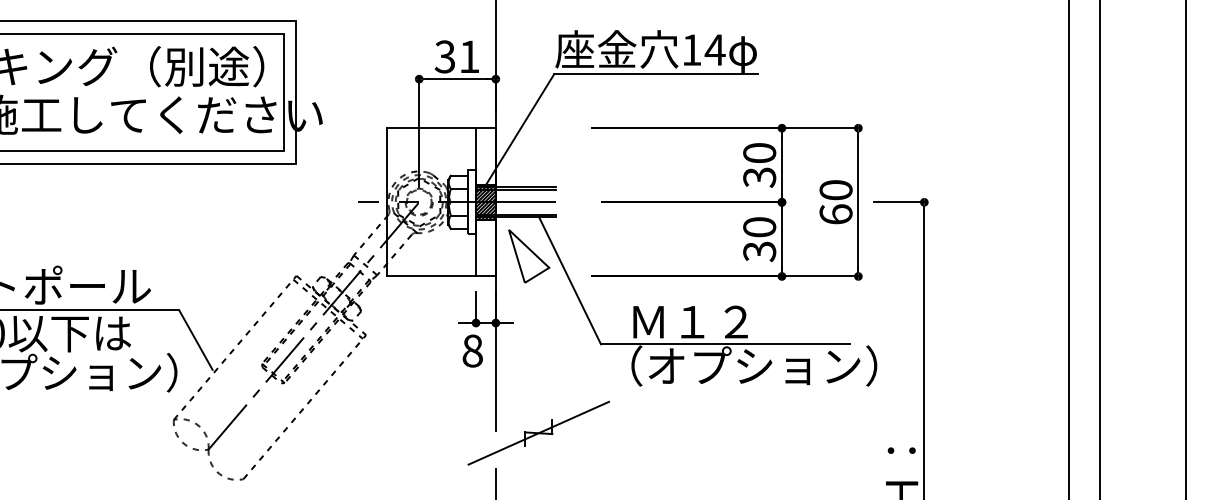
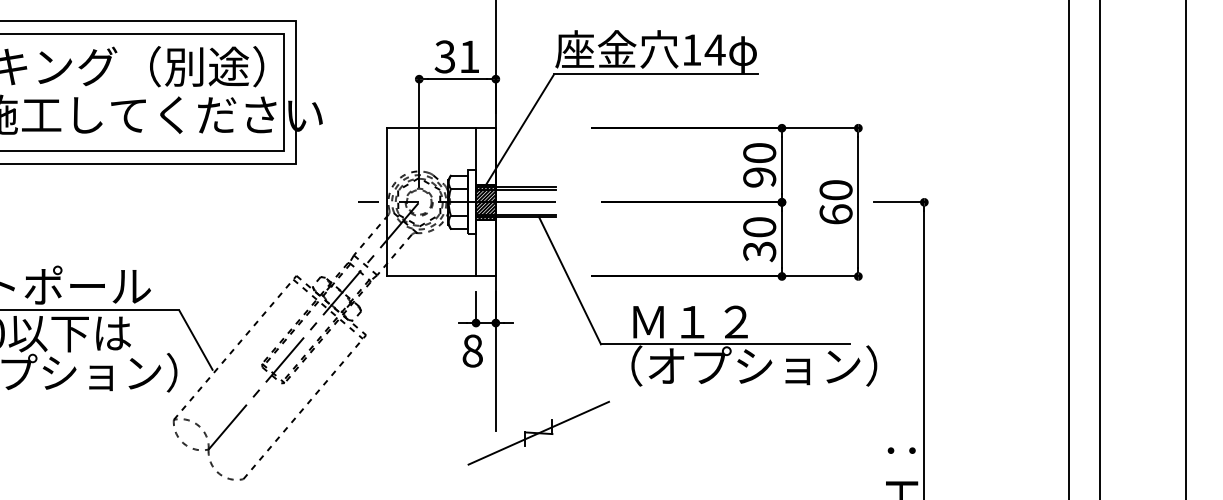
text at (759, 177): 30 -> 90
part at (529, 256): present -> none
line at (495, 482): present -> none
